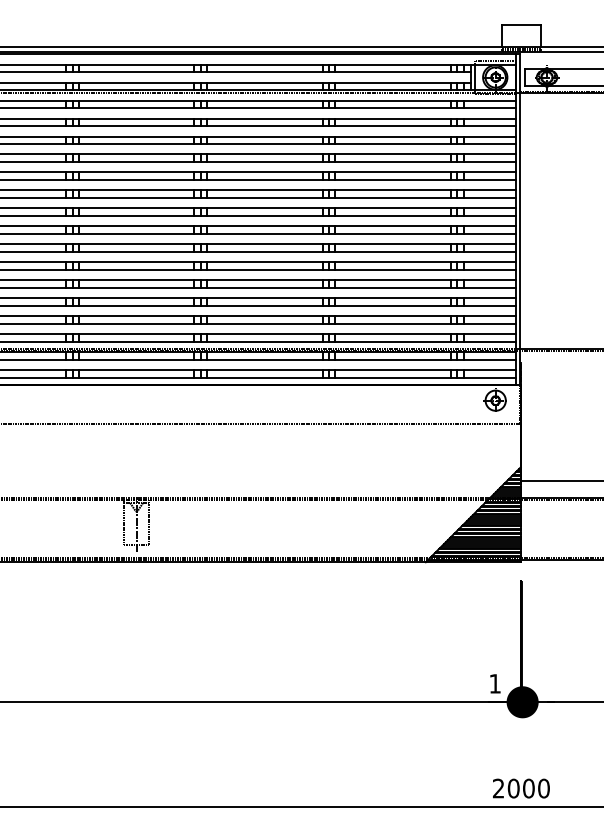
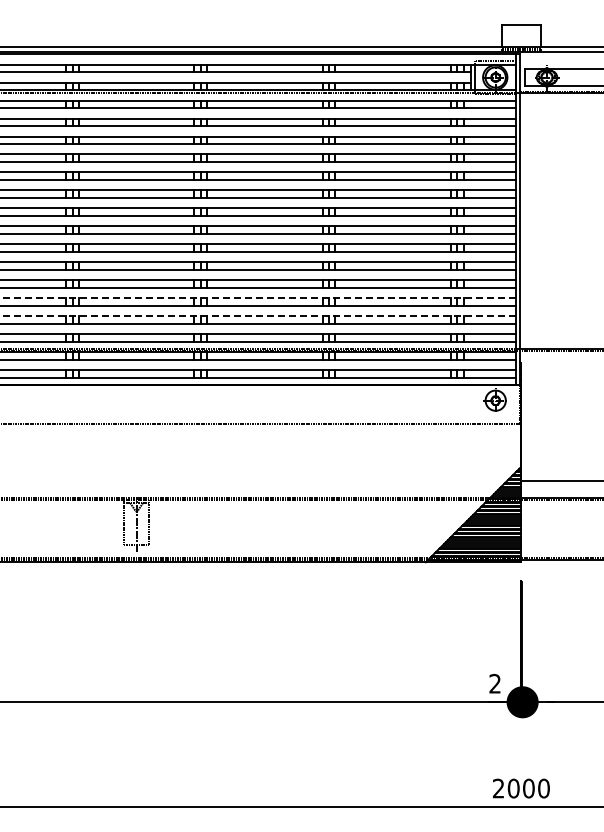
line at (258, 298): solid -> dashed
line at (258, 316): solid -> dashed
text at (494, 683): 1 -> 2
